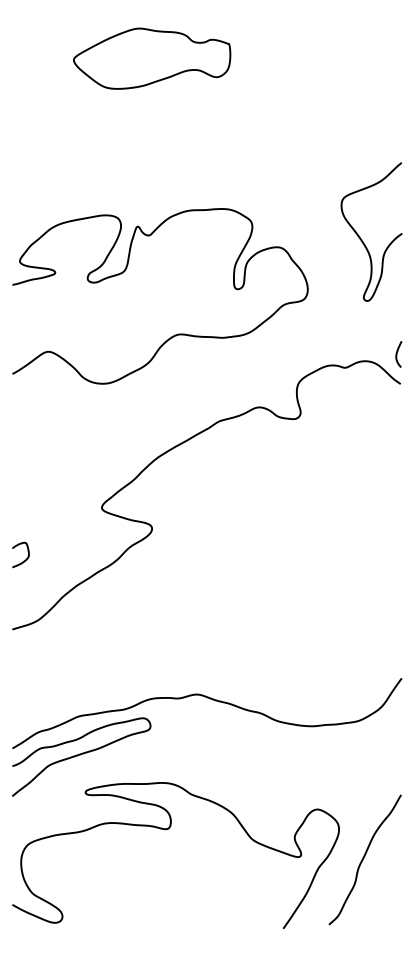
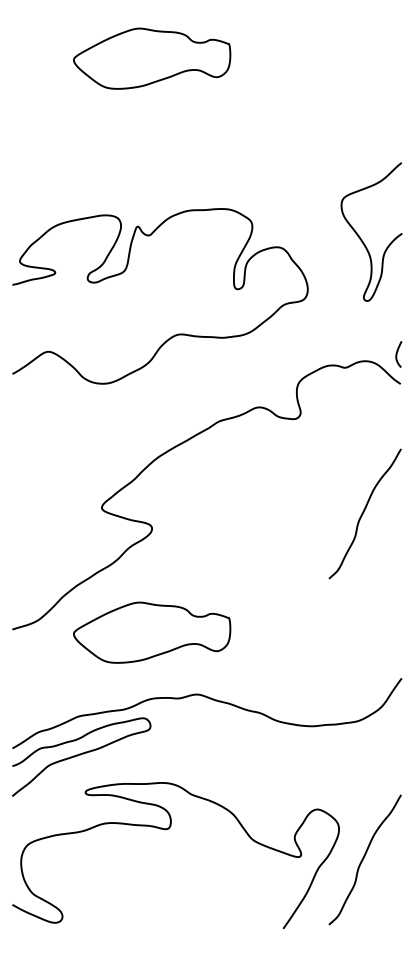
curve at (364, 512): none -> present
curve at (23, 560): present -> none
part at (152, 632): none -> present
